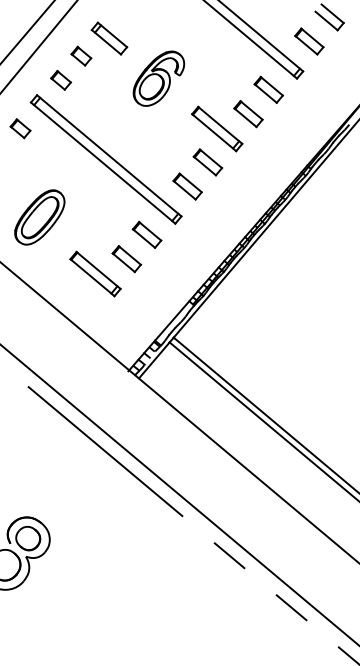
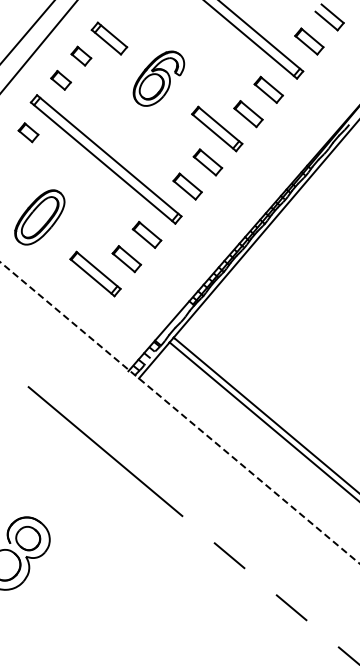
part at (20, 128) position: (20, 128) -> (28, 132)
line at (179, 412): solid -> dashed
line at (179, 494): present -> none
